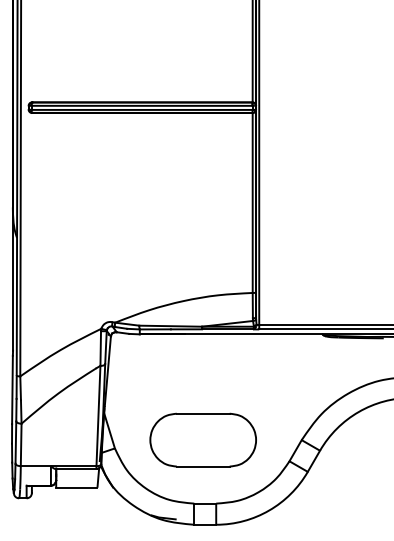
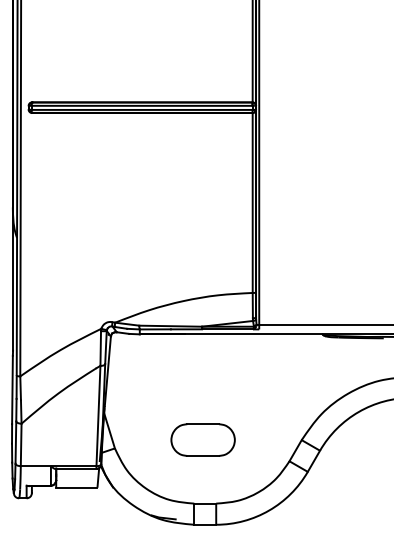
line at (324, 329): present -> none
part at (202, 439) size: 108x56 px -> 66x34 px
